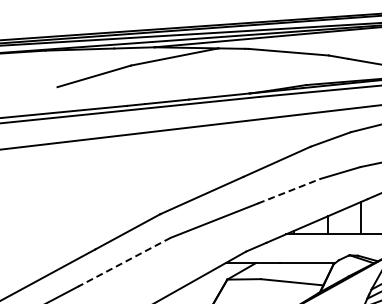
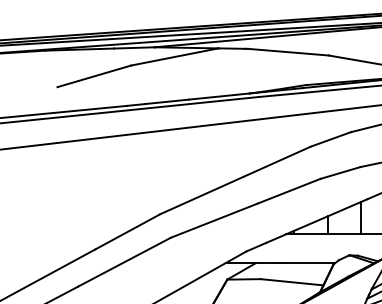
line at (289, 191): dashed -> solid
line at (124, 262): dashed -> solid
